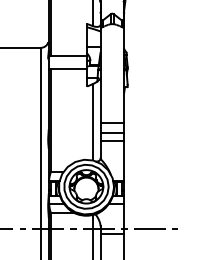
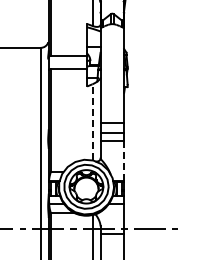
line at (92, 121): solid -> dashed
line at (124, 160): solid -> dashed
